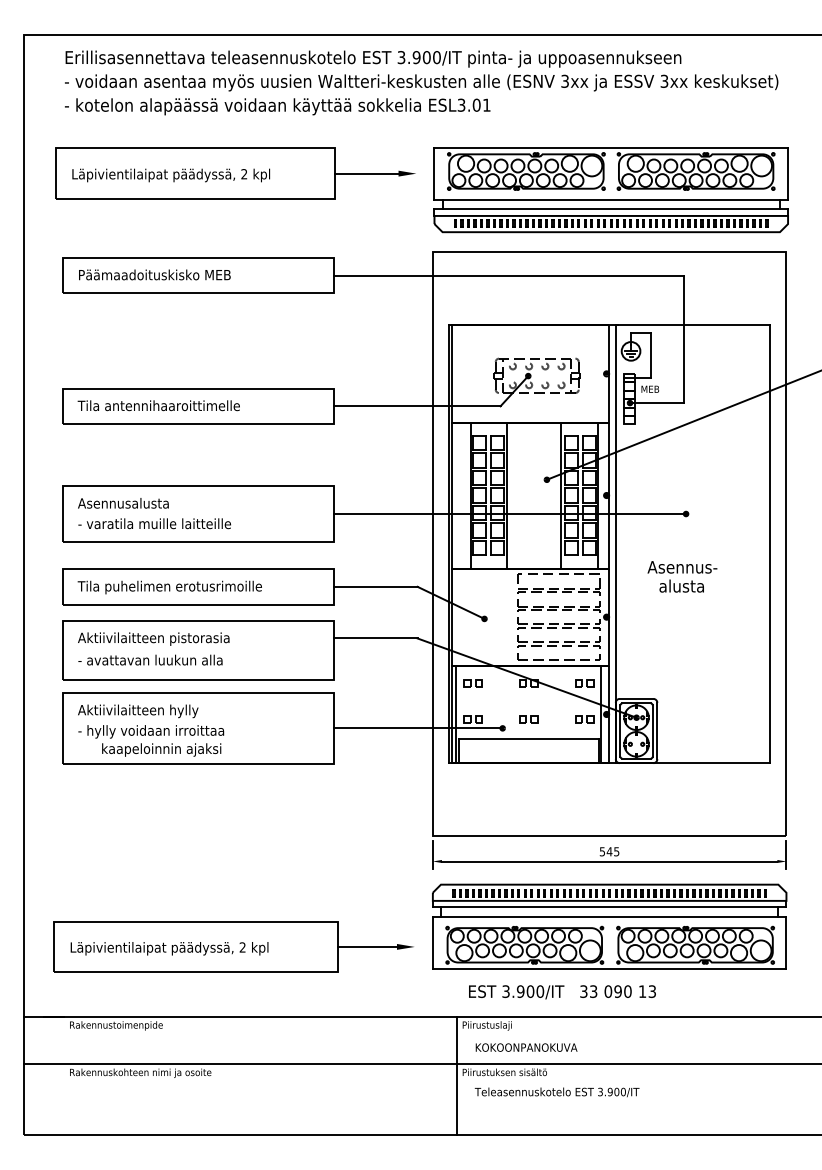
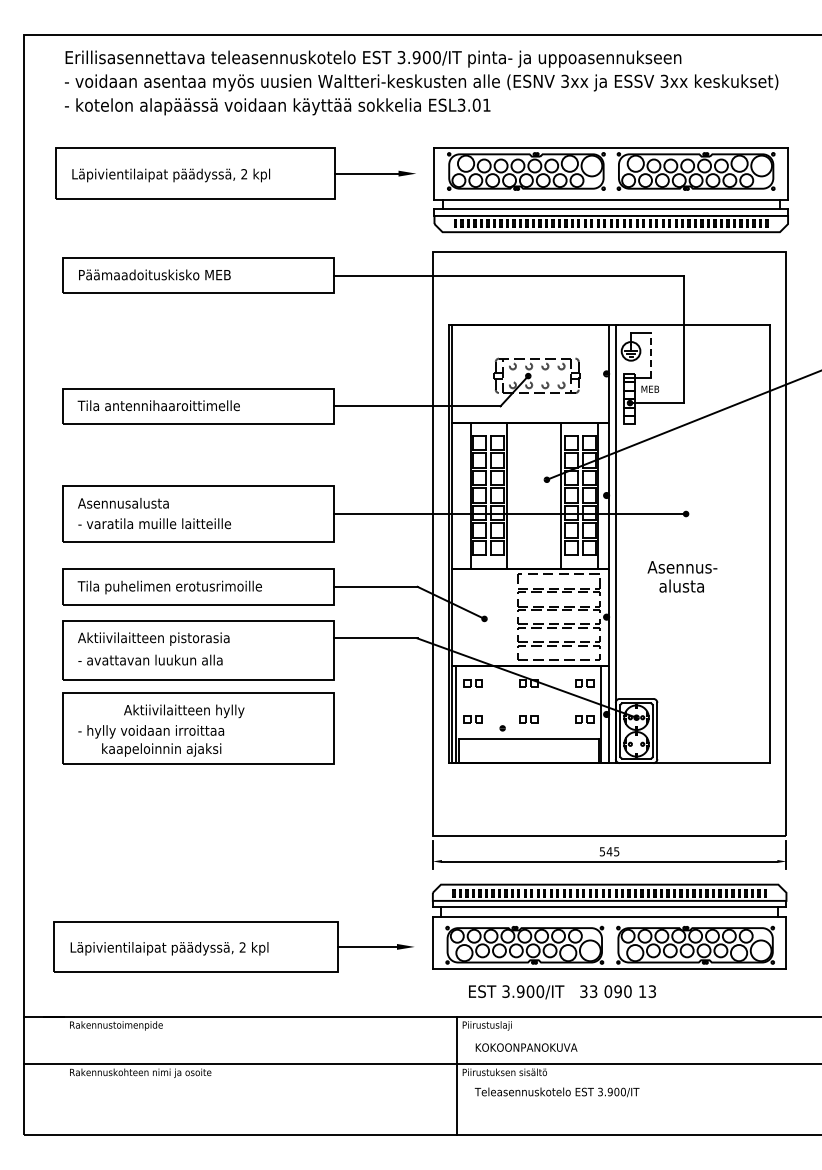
line at (651, 355): solid -> dashed
text at (138, 711) position: (138, 711) -> (184, 711)
line at (417, 728): present -> none
